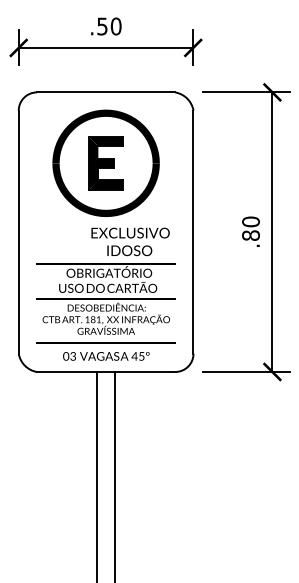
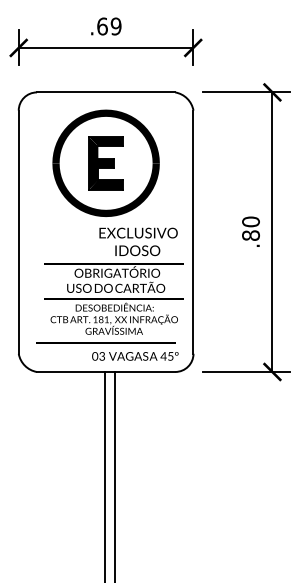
text at (109, 26): .50 -> .69
text at (105, 280) position: (105, 280) -> (113, 280)
text at (106, 356) position: (106, 356) -> (135, 356)
line at (97, 475) position: (97, 475) -> (105, 475)
